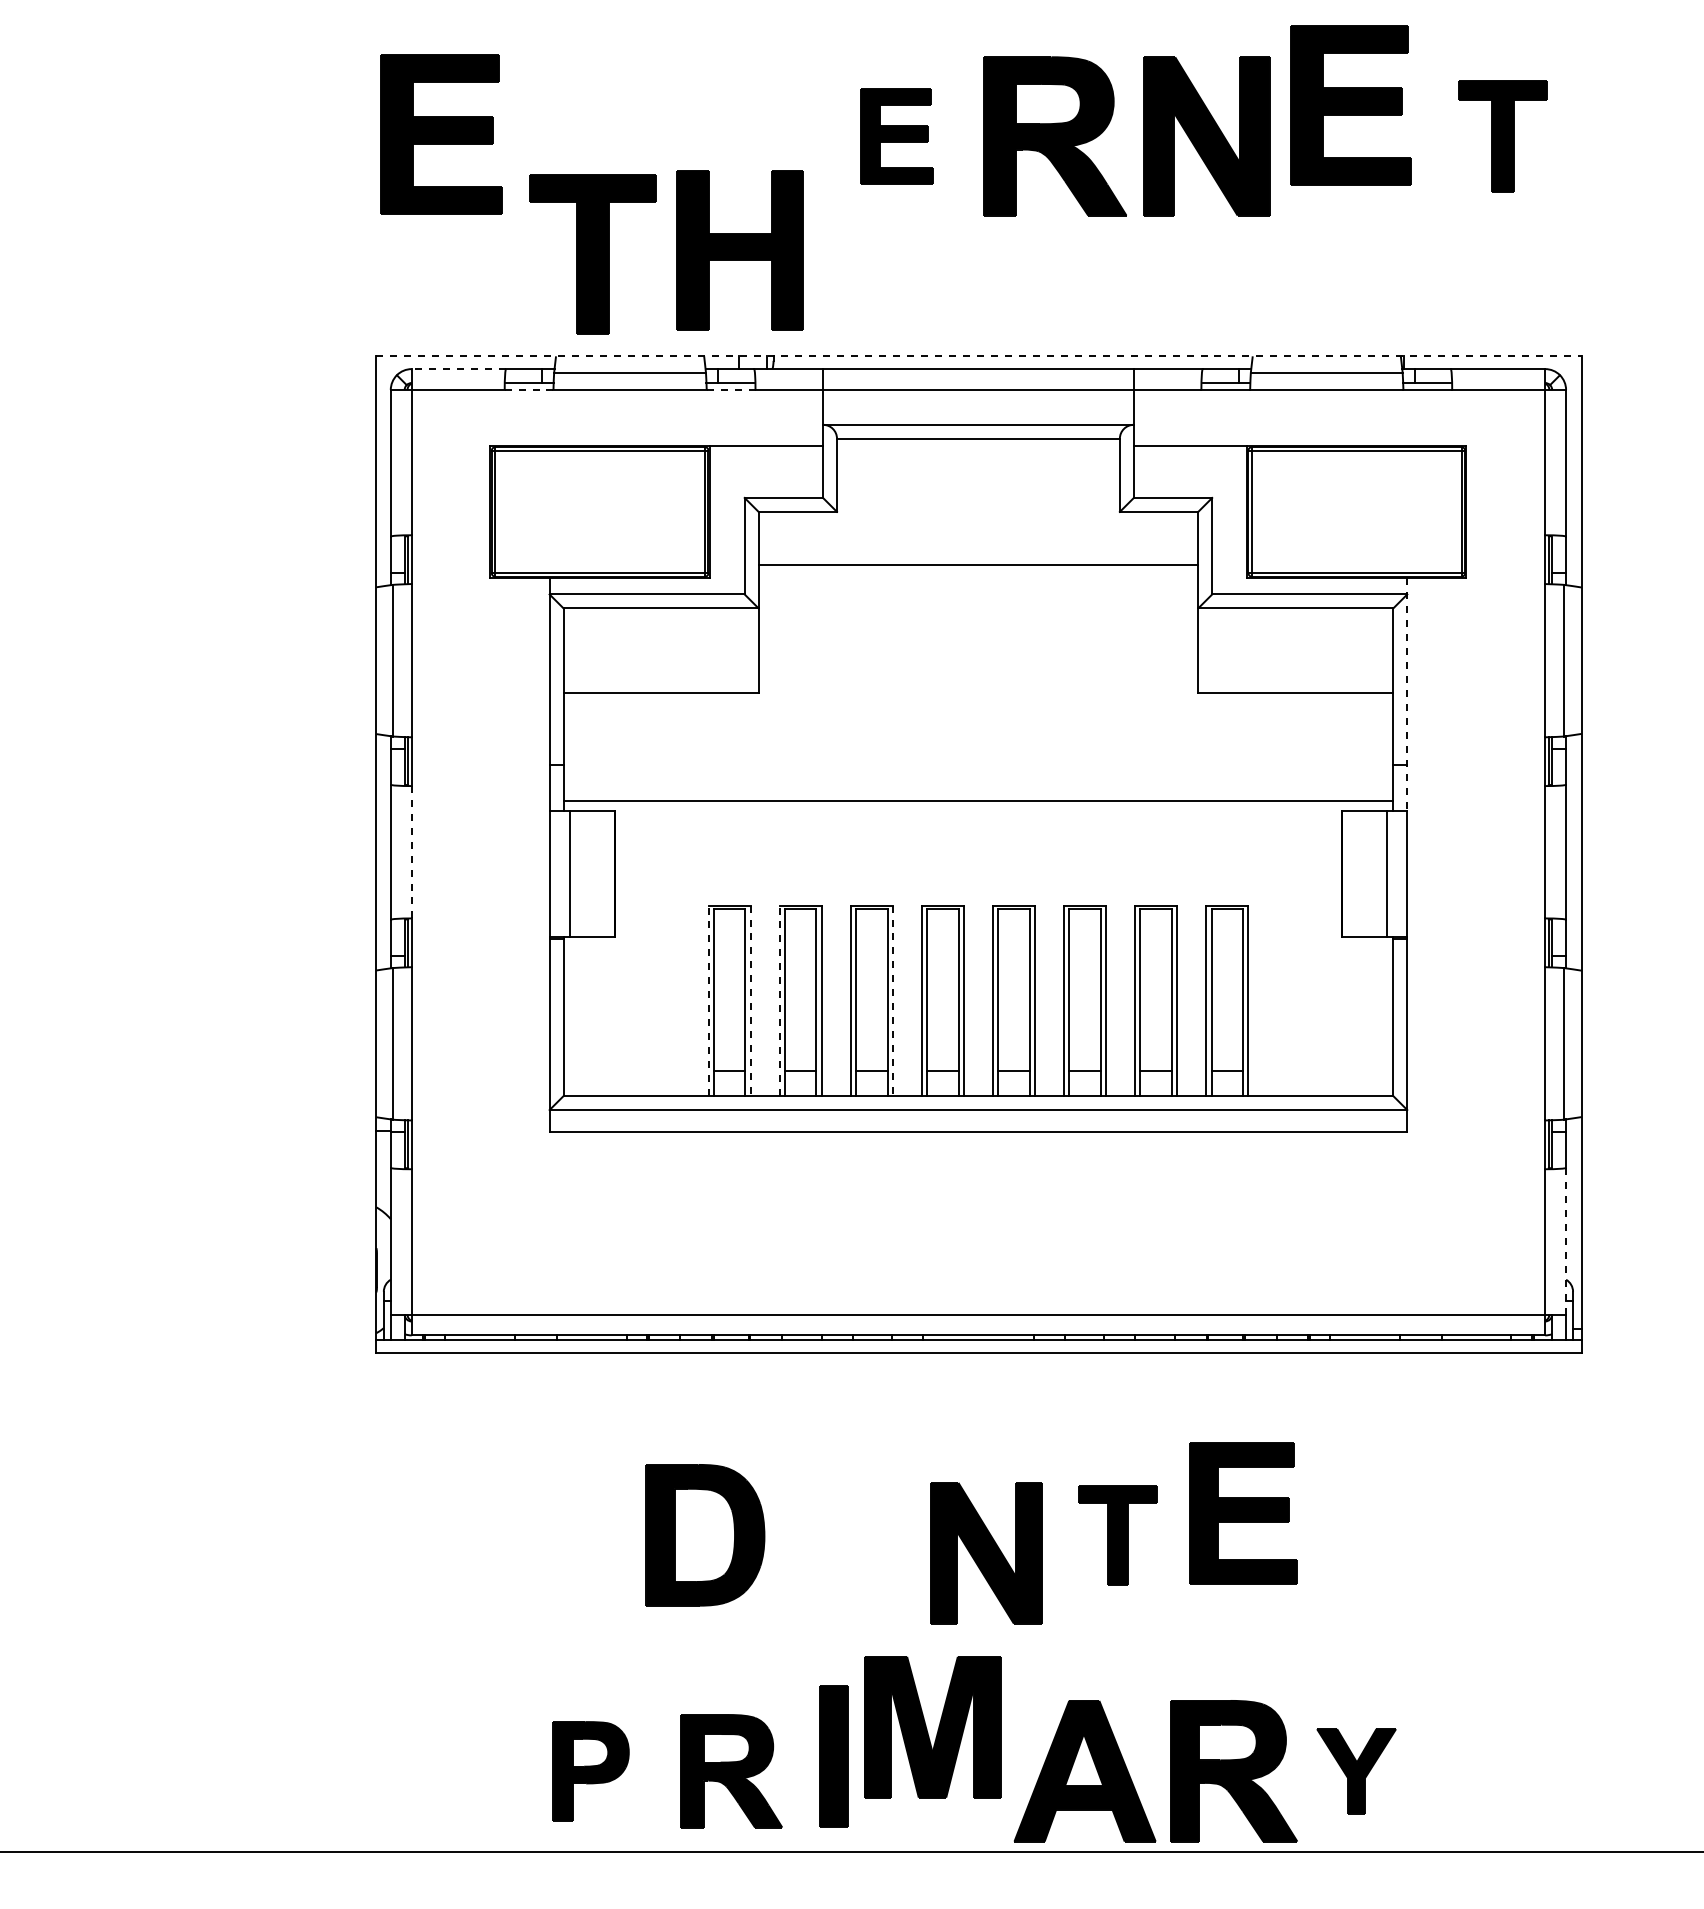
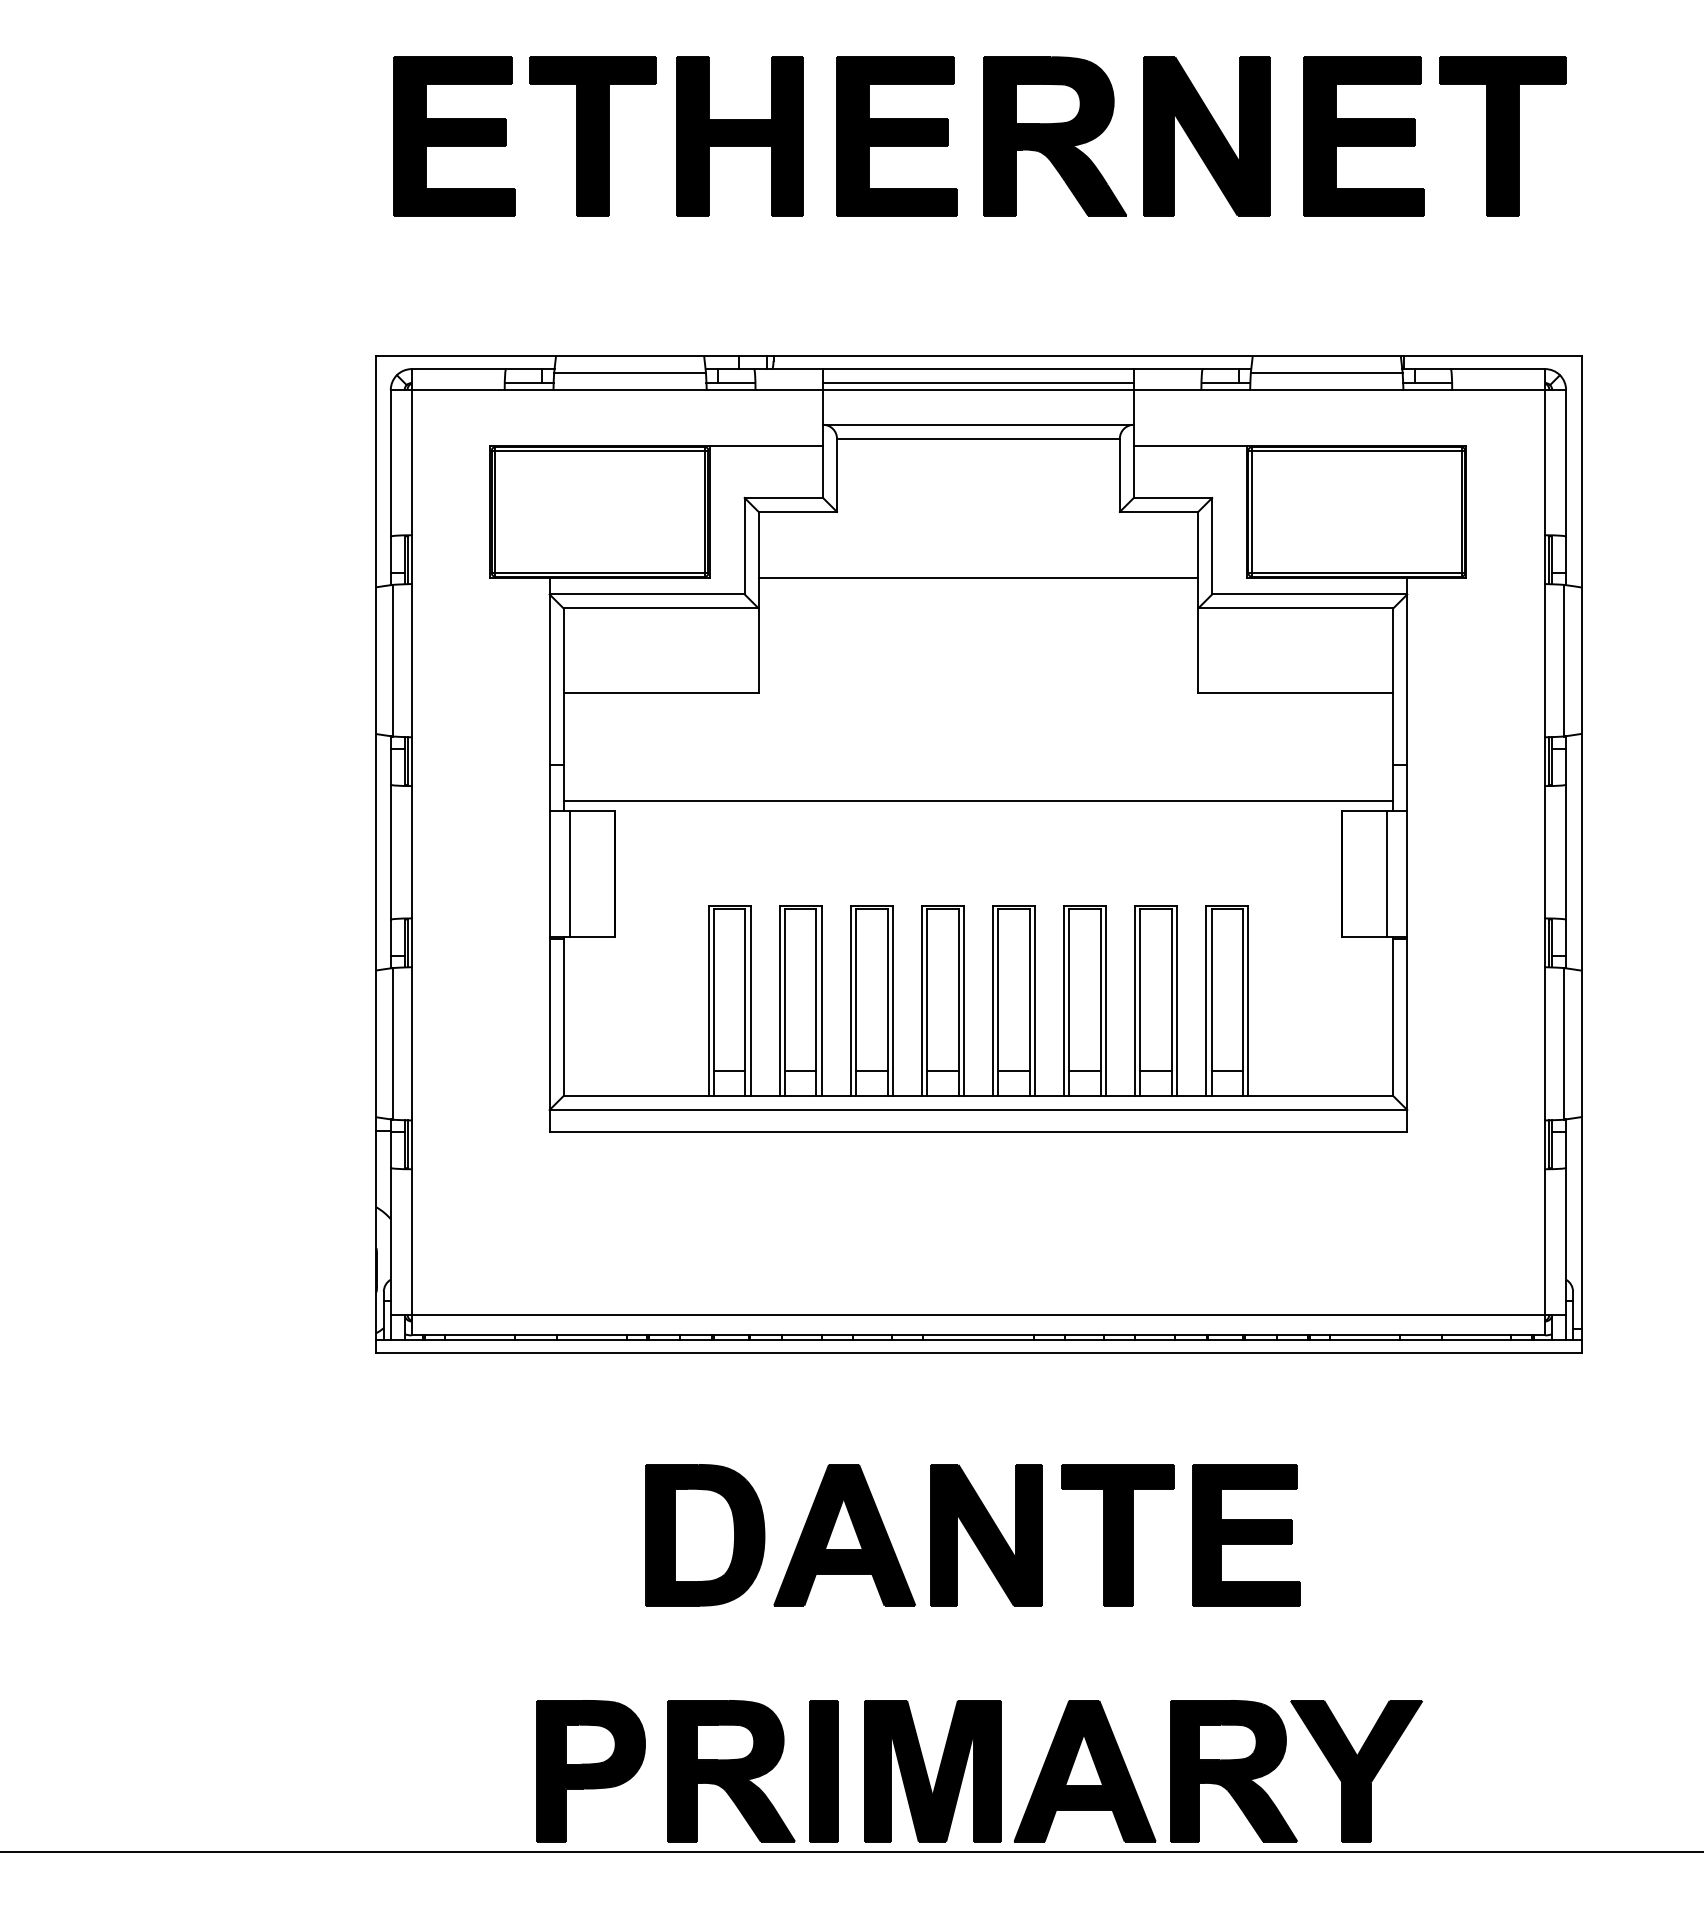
part at (1350, 105) position: (1350, 105) -> (1363, 136)
part at (441, 134) position: (441, 134) -> (454, 136)
part at (896, 136) size: 74x97 px -> 122x161 px
part at (1502, 136) size: 90x113 px -> 128x161 px
part at (739, 250) position: (739, 250) -> (739, 136)
part at (592, 254) position: (592, 254) -> (592, 136)
line at (979, 356): dashed -> solid
line at (458, 369): dashed -> solid
line at (978, 383): none -> present
line at (528, 390): dashed -> solid
line at (730, 390): dashed -> solid
line at (978, 565) position: (978, 565) -> (978, 578)
line at (1407, 694): dashed -> solid
line at (411, 851): dashed -> solid
line at (708, 1000): dashed -> solid
line at (779, 1000): dashed -> solid
line at (750, 1001): dashed -> solid
line at (892, 1001): dashed -> solid
line at (1566, 1241): dashed -> solid
part at (1243, 1513) position: (1243, 1513) -> (1246, 1535)
part at (844, 1535): none -> present
part at (1117, 1535) size: 80x101 px -> 114x143 px
part at (986, 1553) position: (986, 1553) -> (986, 1535)
part at (932, 1727) position: (932, 1727) -> (932, 1771)
part at (833, 1756) position: (833, 1756) -> (823, 1771)
part at (590, 1771) size: 78x101 px -> 110x143 px
part at (731, 1771) size: 103x115 px -> 129x143 px
part at (1356, 1771) size: 81x87 px -> 133x143 px
